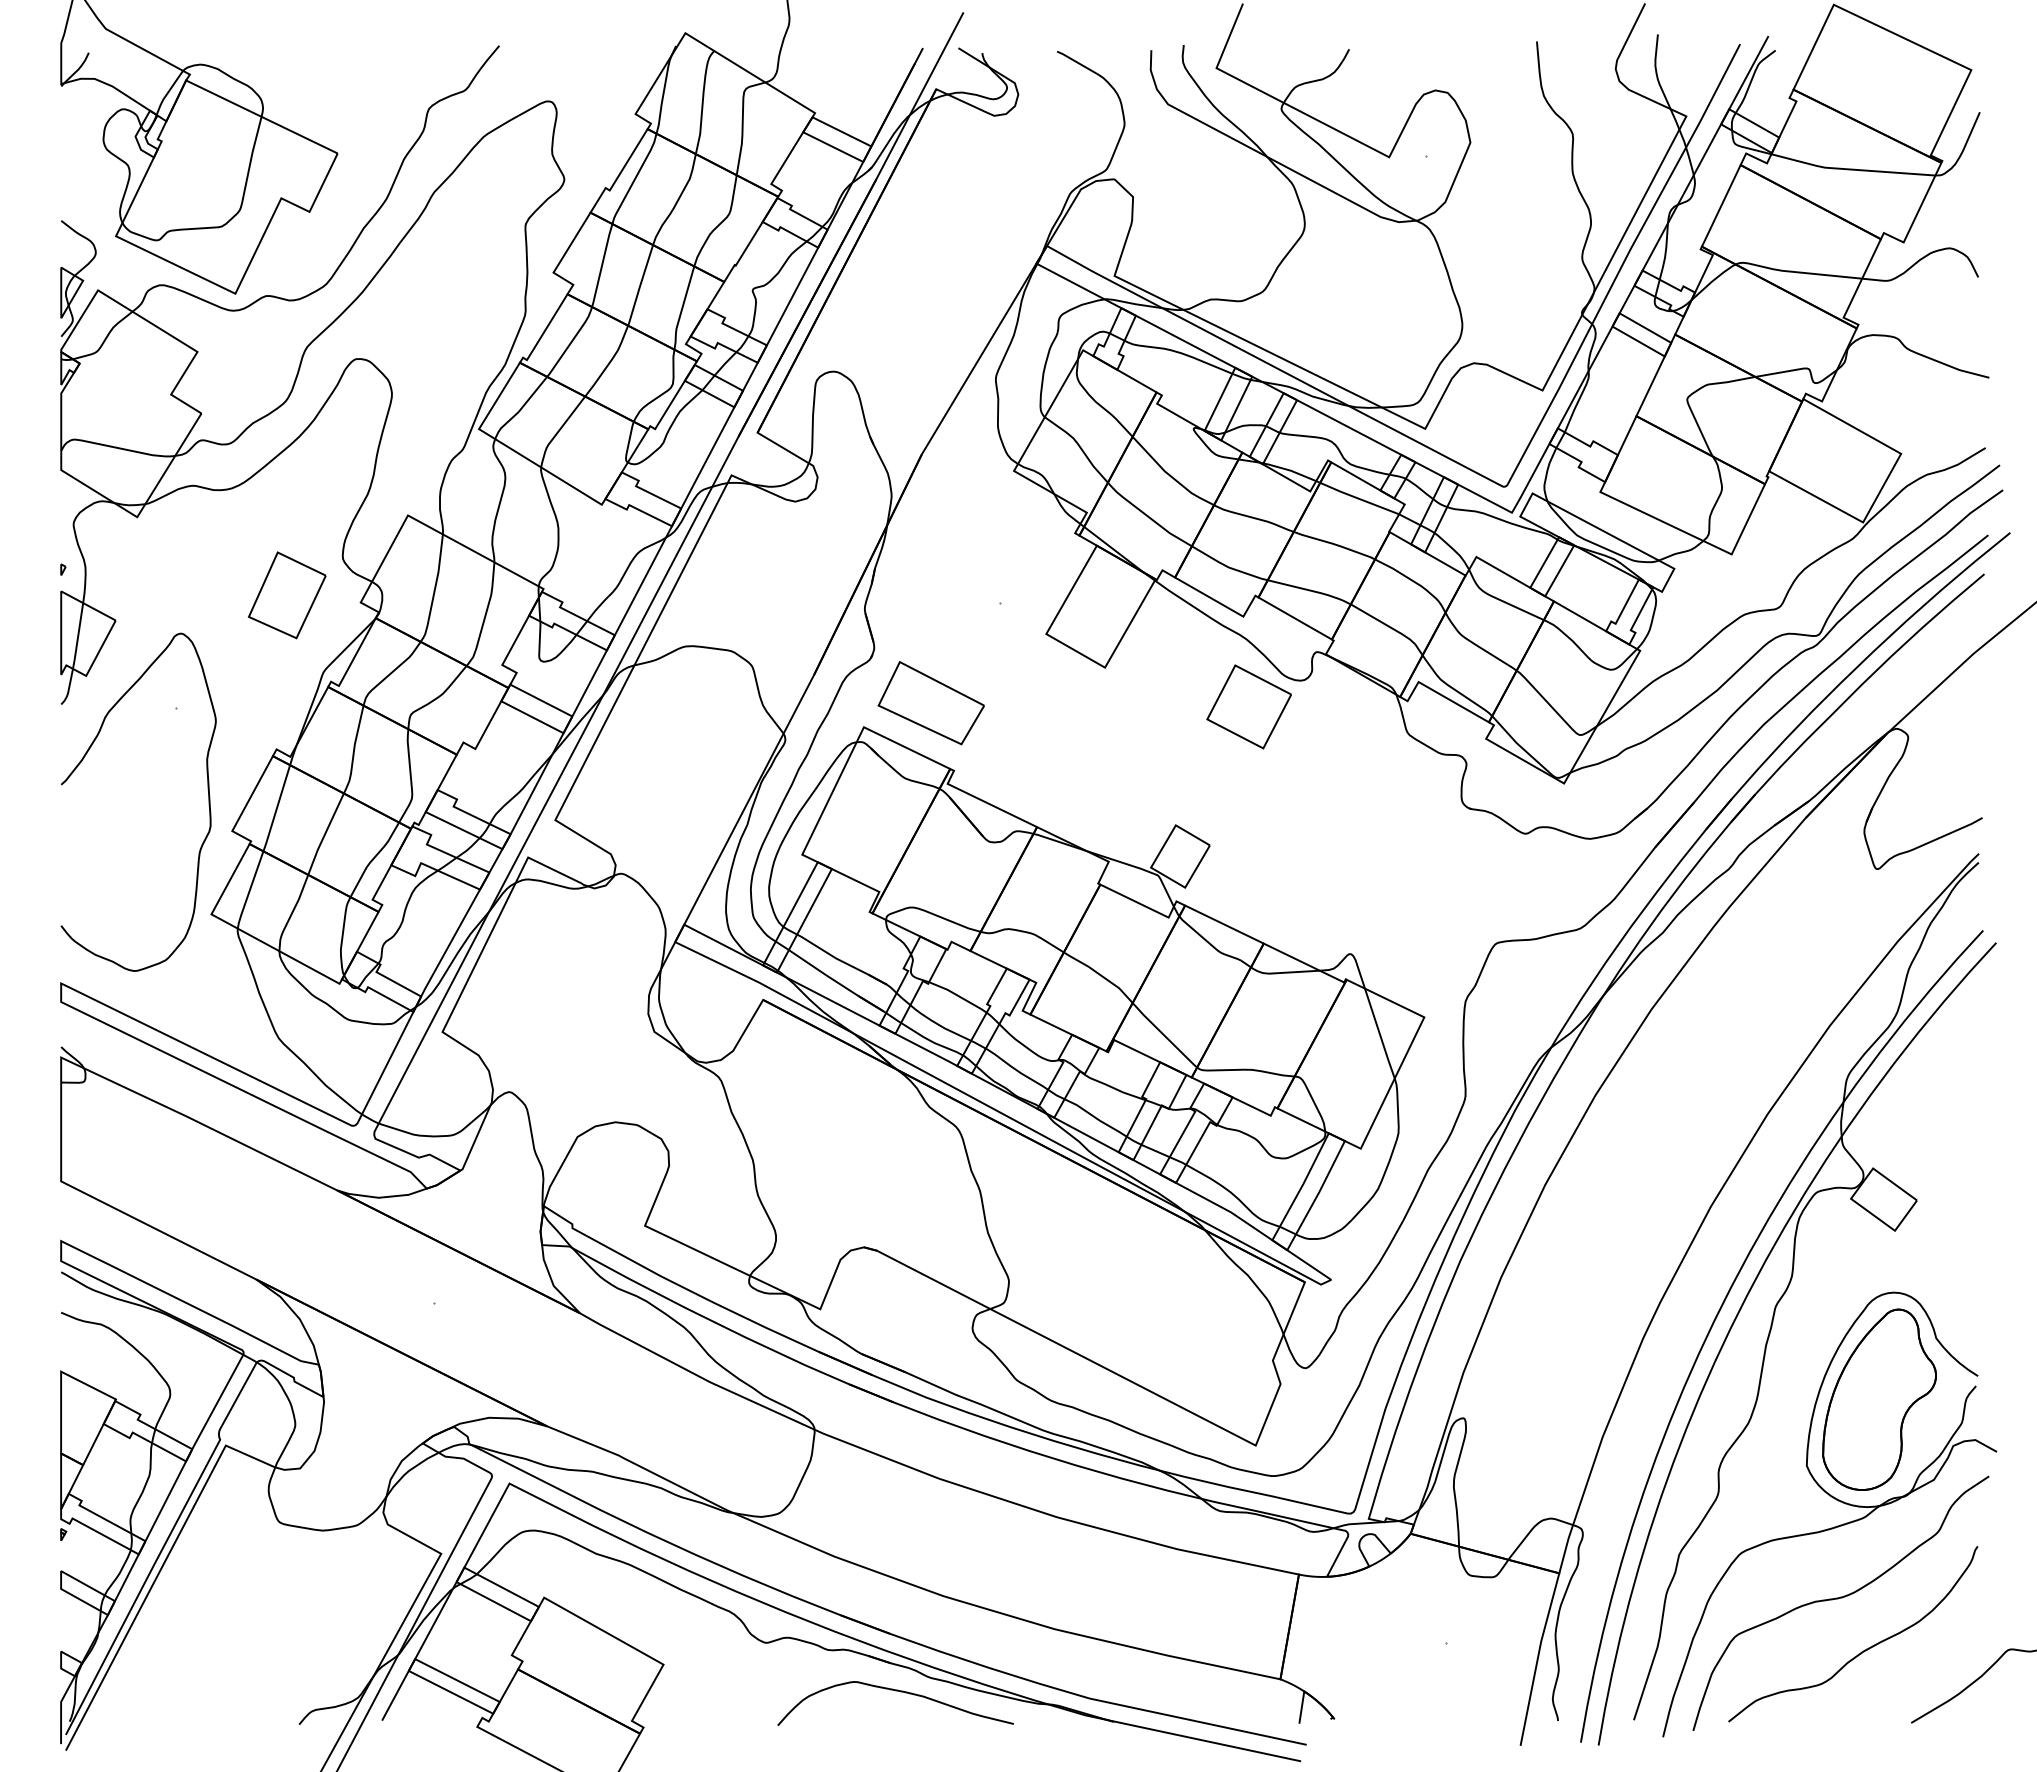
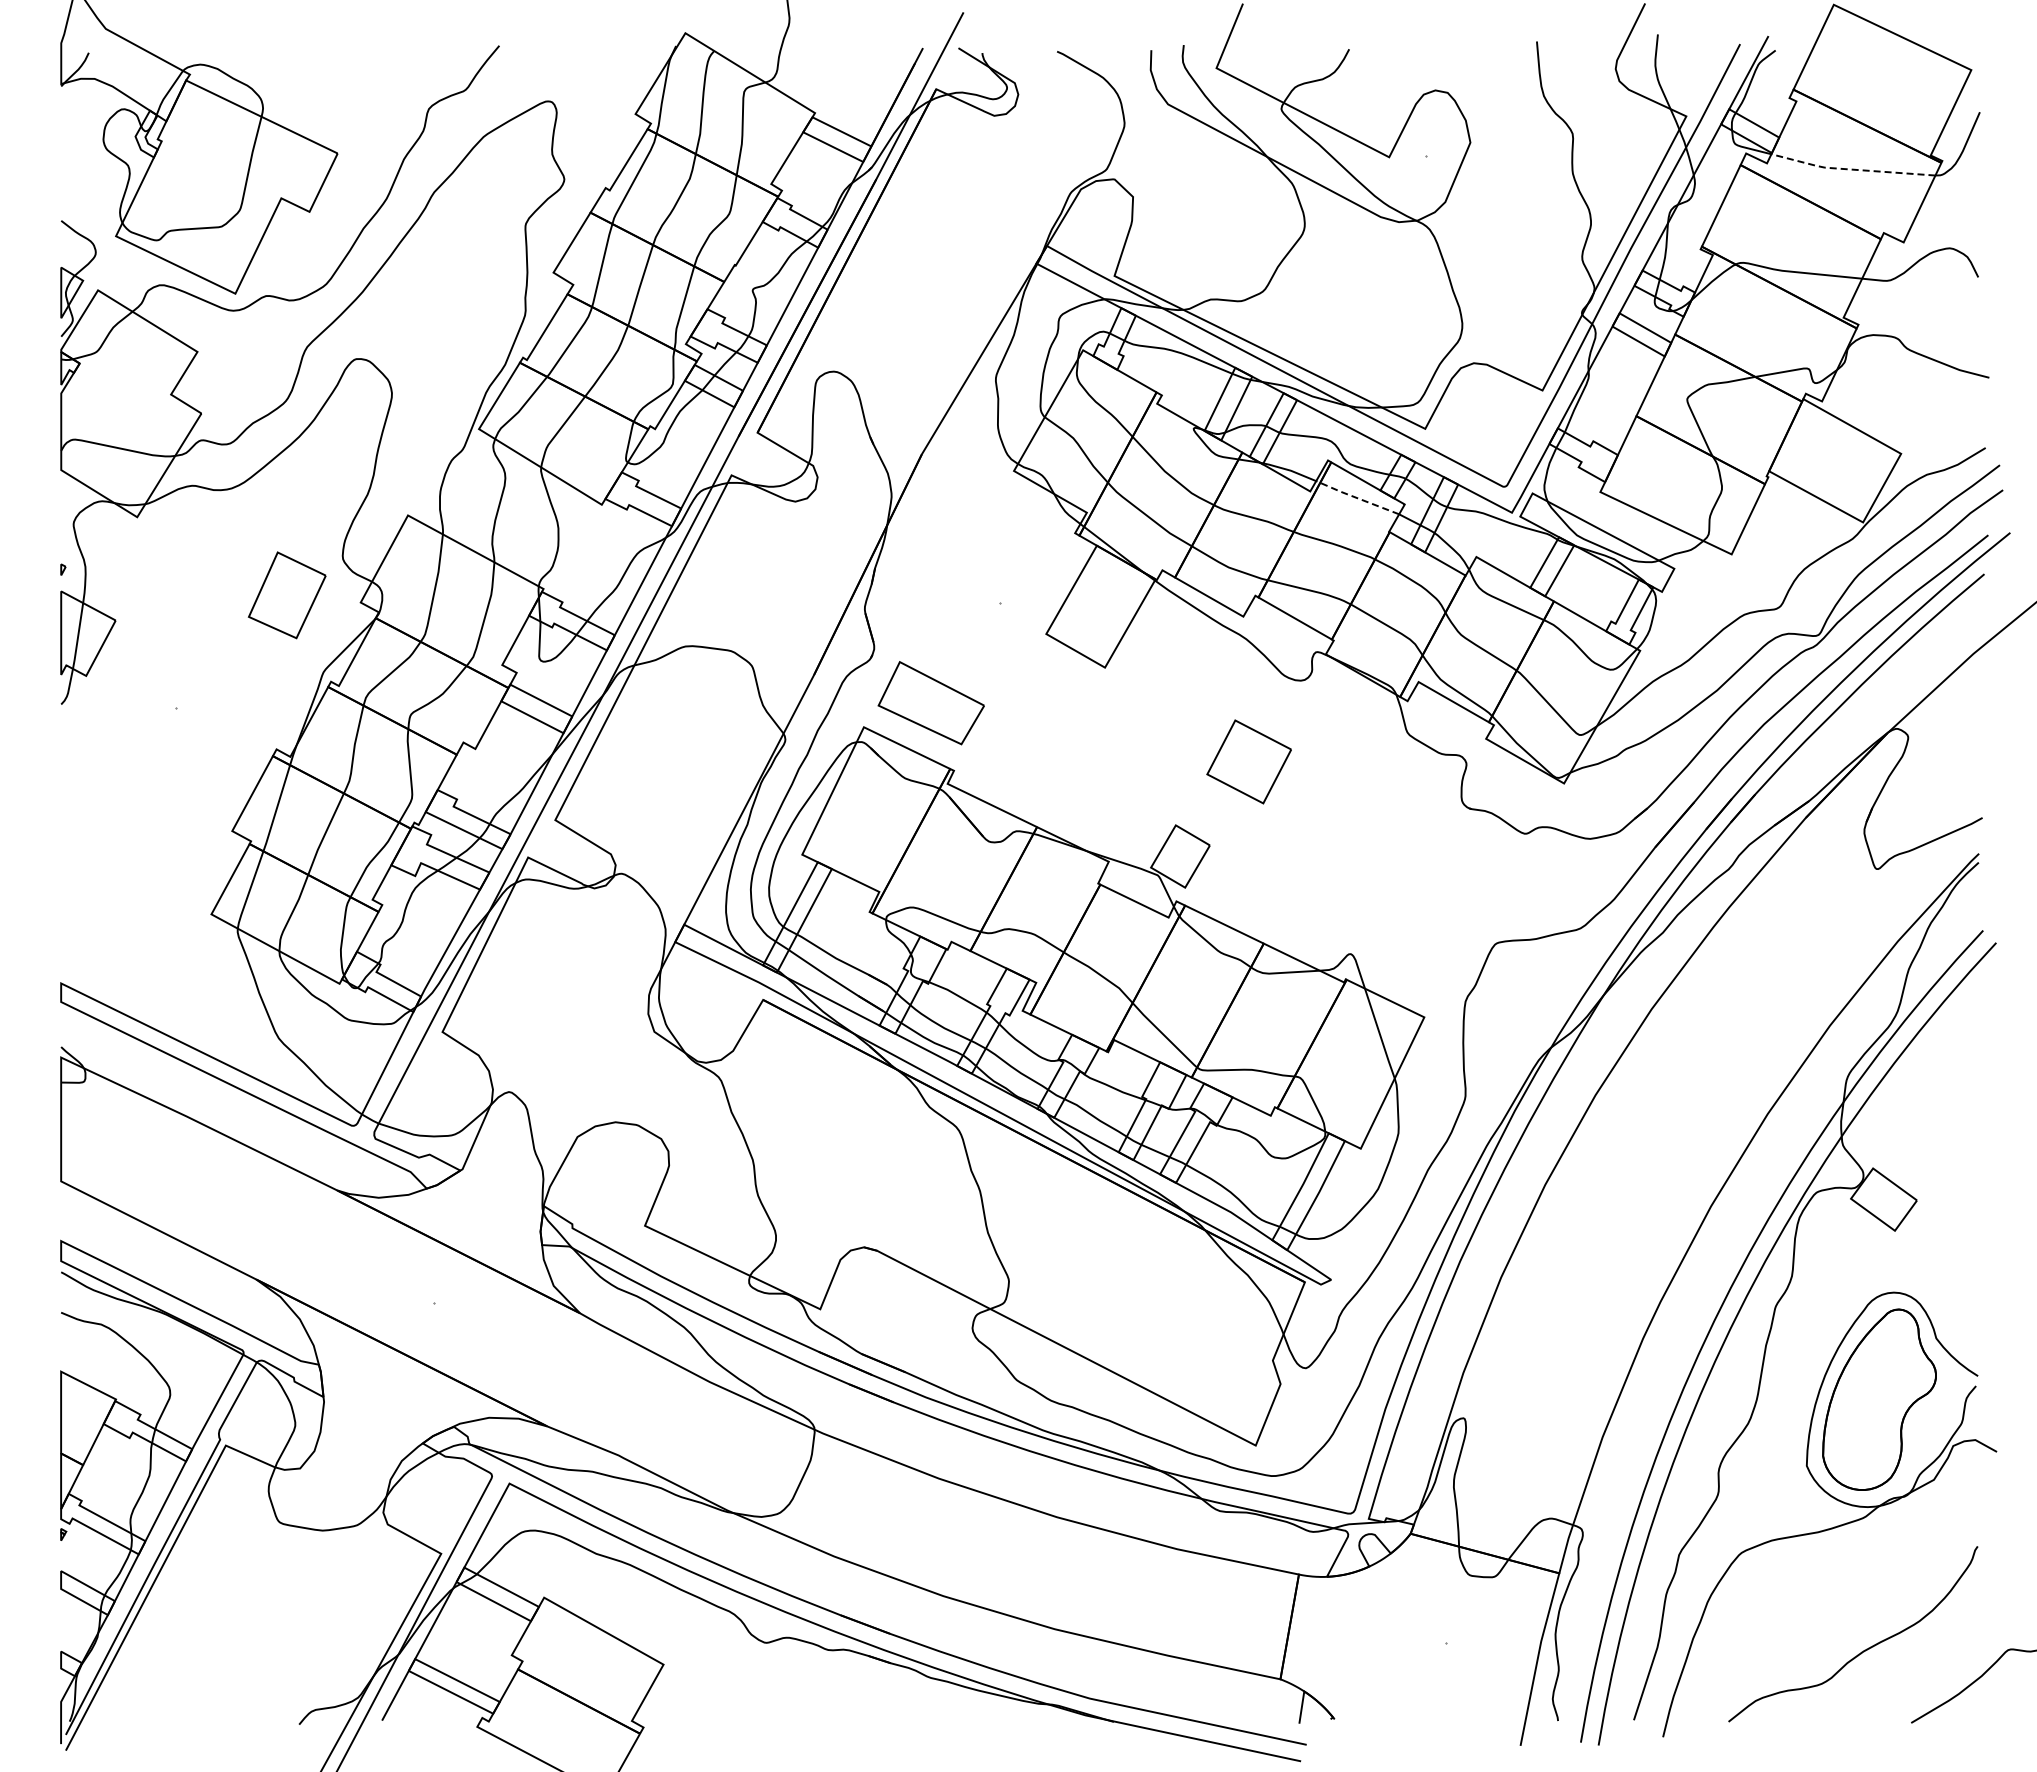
line at (1850, 169): solid -> dashed
line at (1356, 497): solid -> dashed
part at (1248, 706) position: (1248, 706) -> (1248, 761)
curve at (82, 761): present -> none
curve at (1838, 1599): present -> none
curve at (895, 1691): present -> none
